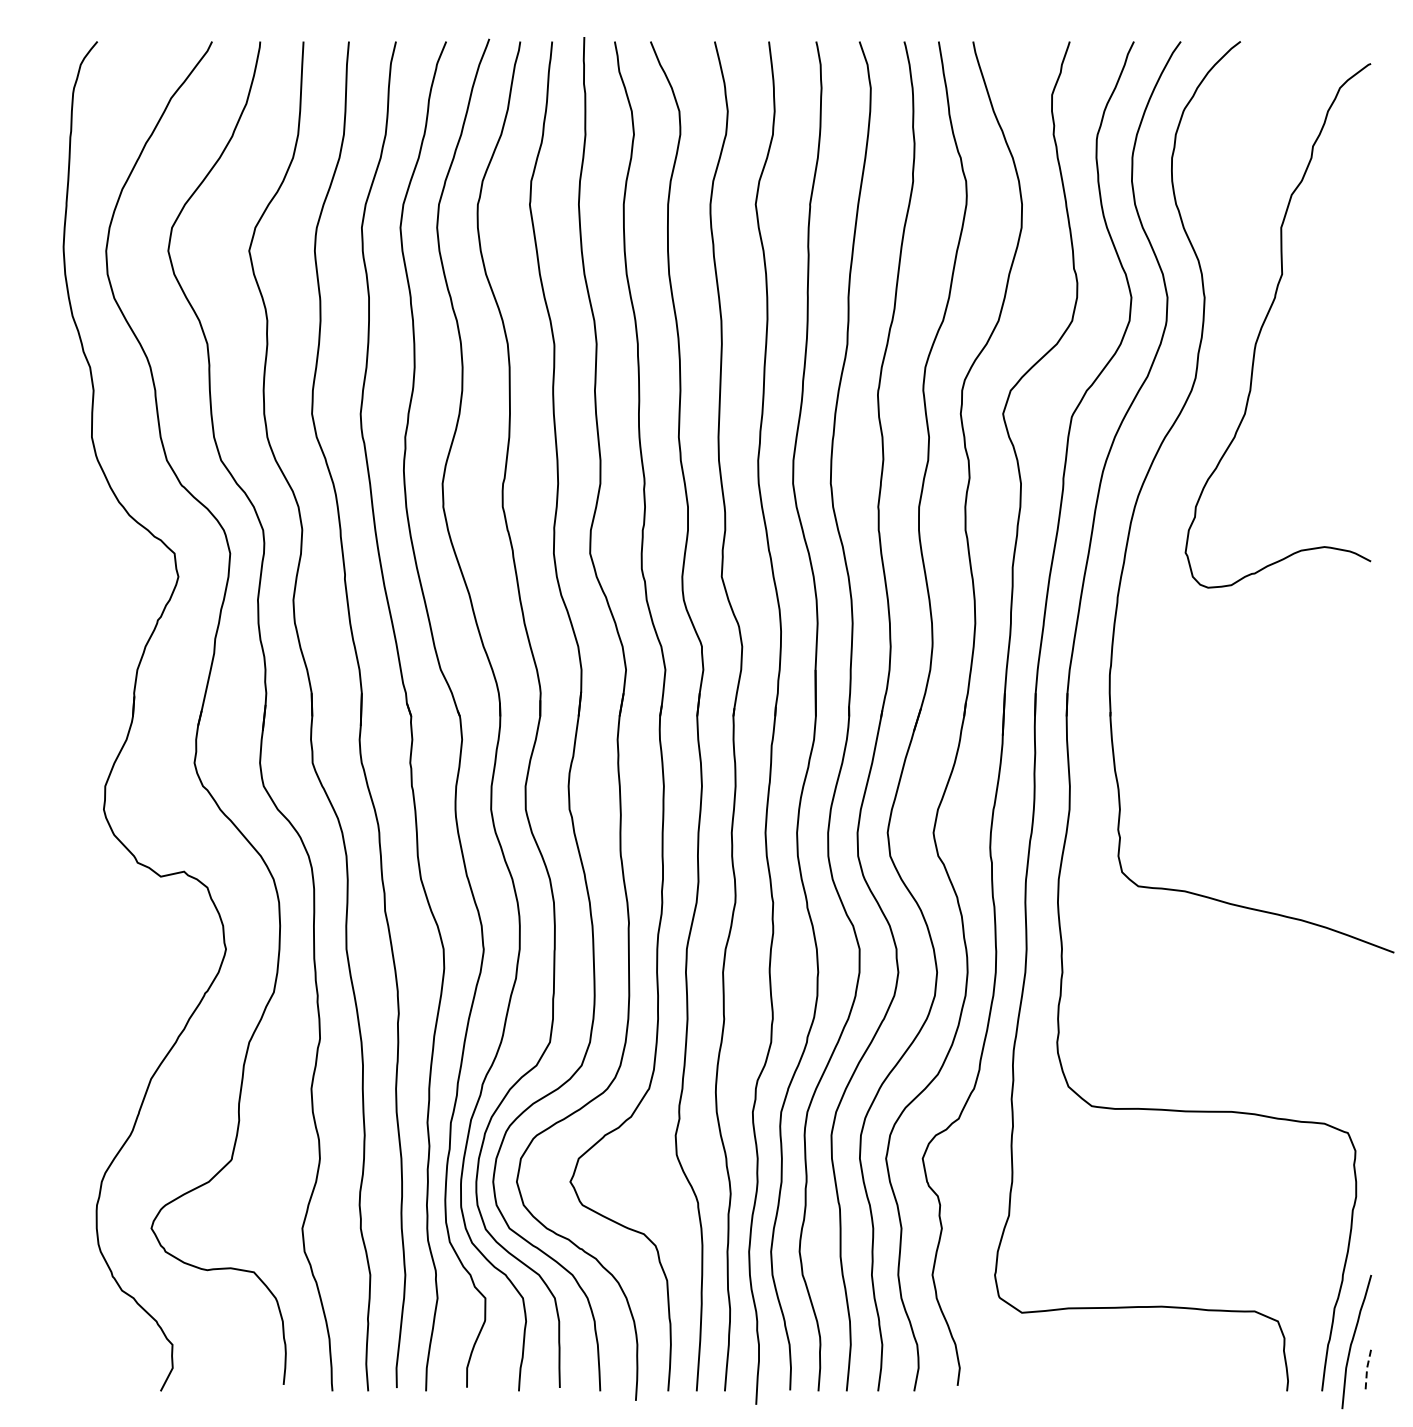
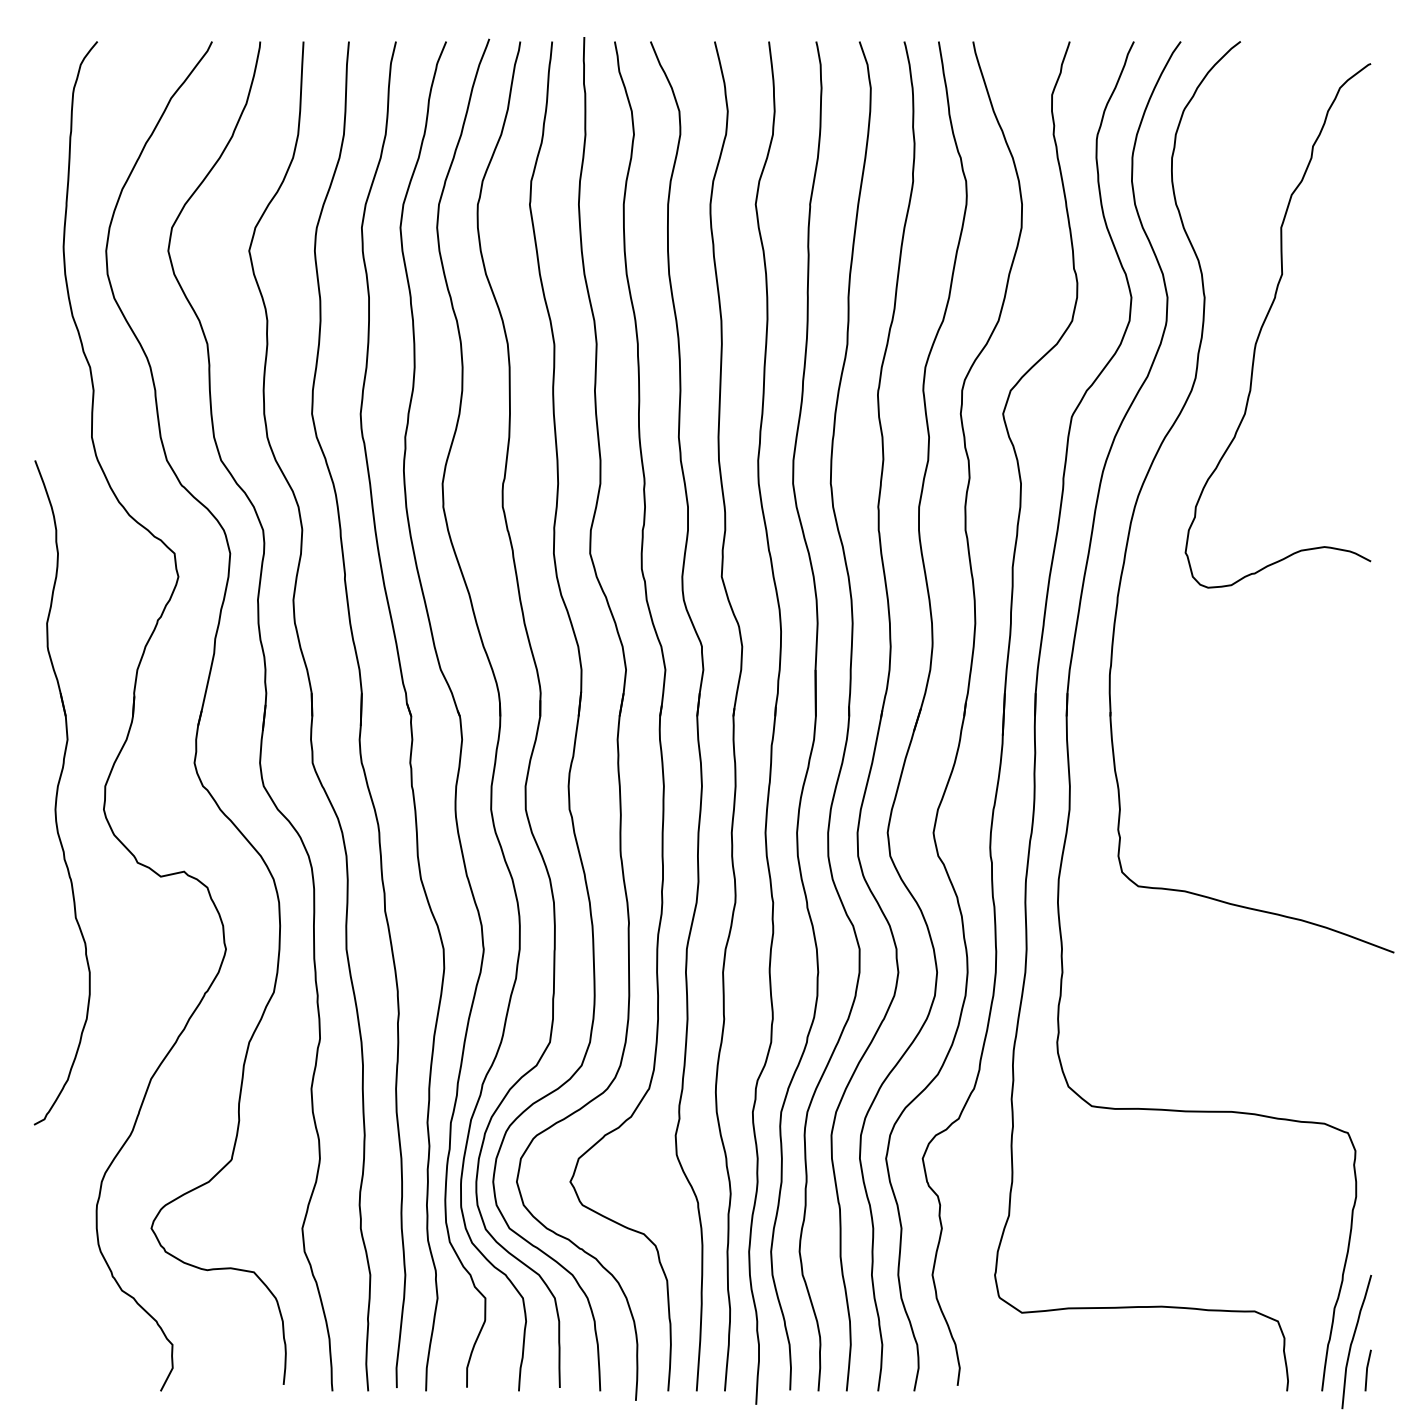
part at (61, 792): none -> present
line at (1366, 1370): dashed -> solid
